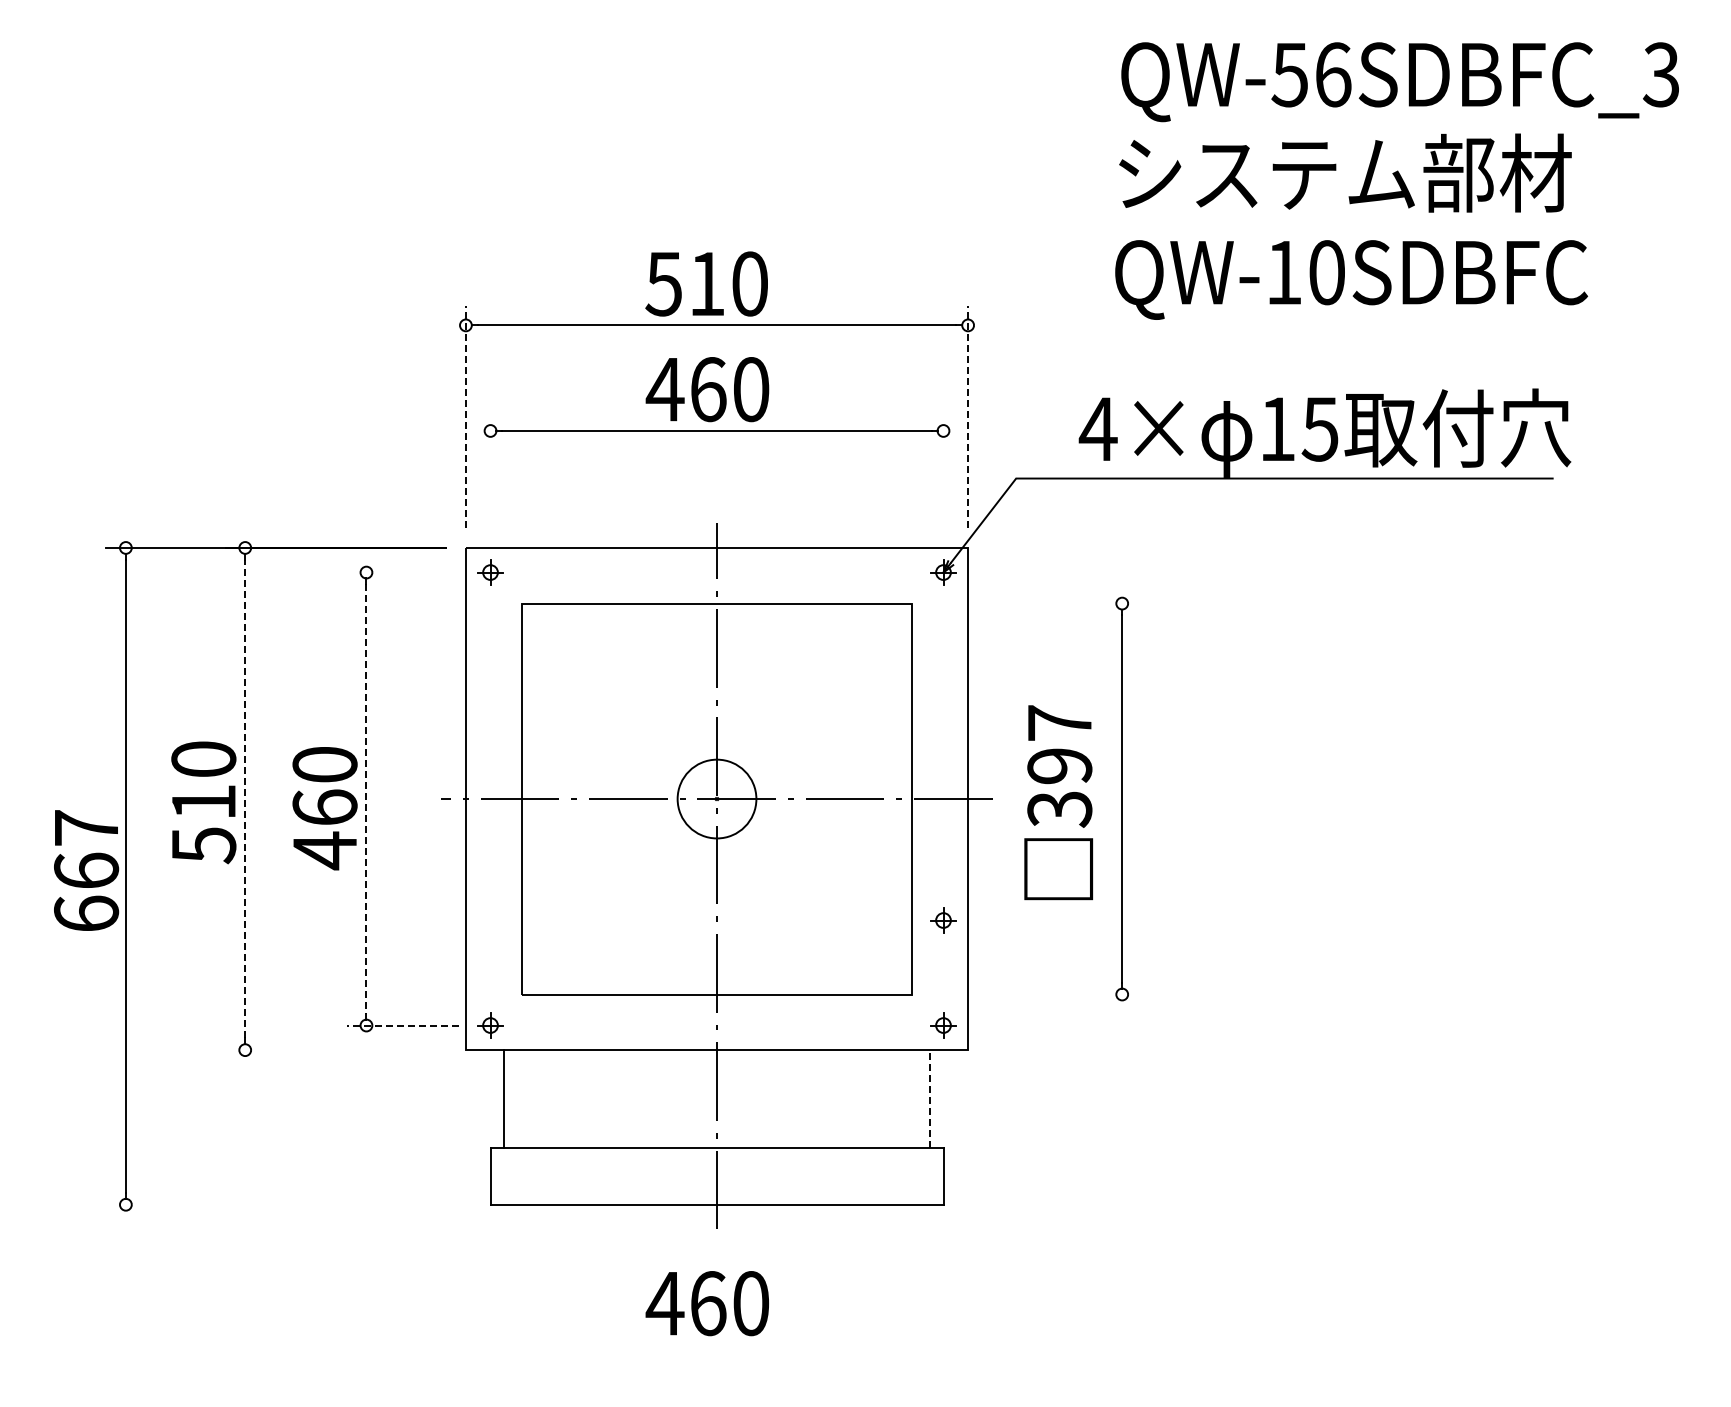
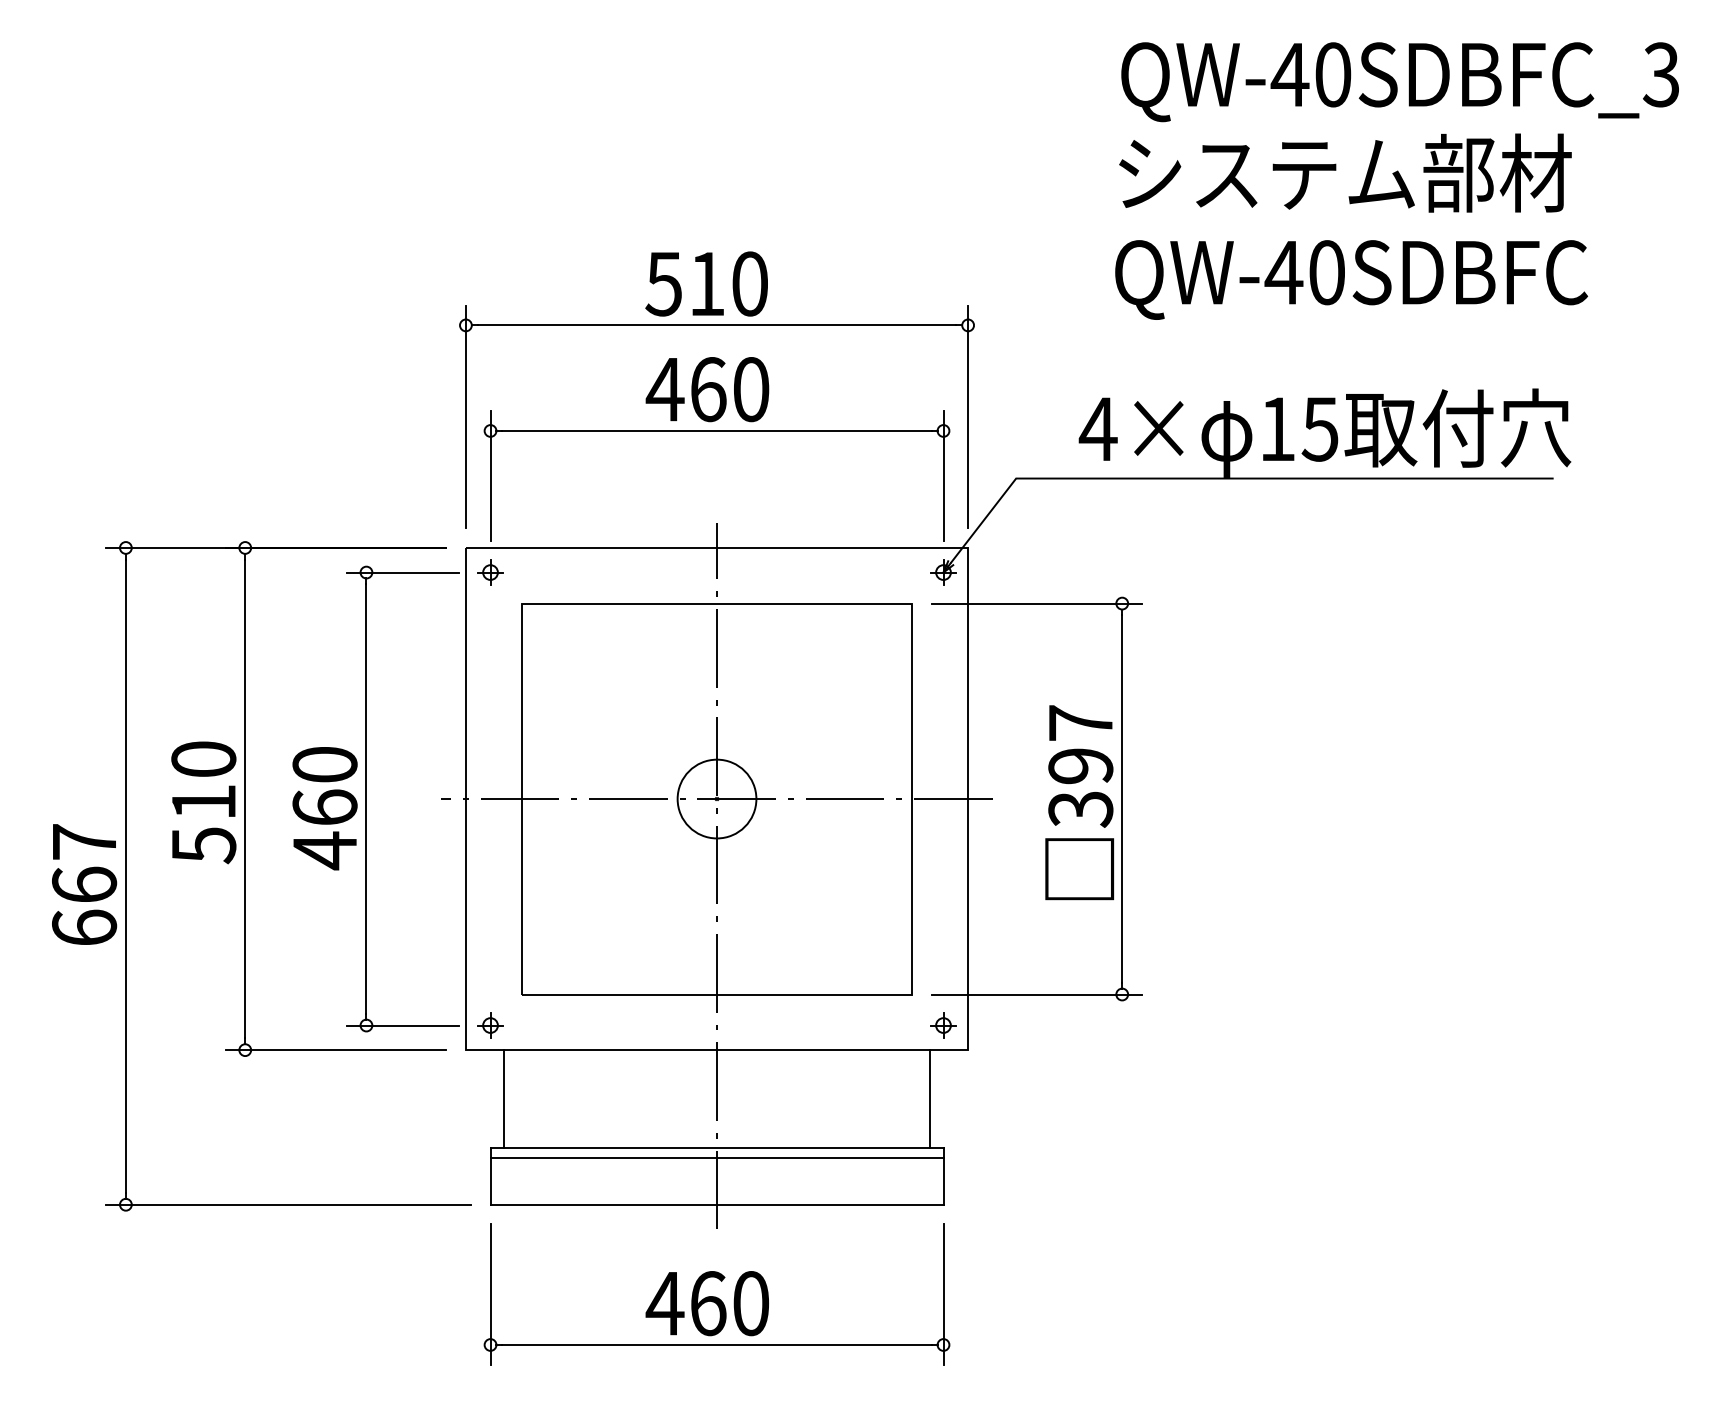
text at (1310, 74): QW-56SDBFC_3 -> QW-40SDBFC_3
text at (1283, 272): QW-10SDBFC -> QW-40SDBFC
line at (465, 416): dashed -> solid
line at (968, 416): dashed -> solid
line at (490, 475): none -> present
line at (943, 475): none -> present
line at (402, 572): none -> present
line at (1036, 603): none -> present
line at (245, 798): dashed -> solid
line at (366, 799): dashed -> solid
text at (1058, 802) position: (1058, 802) -> (1079, 802)
text at (86, 870) position: (86, 870) -> (84, 884)
part at (943, 920): present -> none
line at (1036, 994): none -> present
line at (402, 1025): dashed -> solid
line at (335, 1050): none -> present
line at (929, 1098): dashed -> solid
line at (716, 1157): none -> present
line at (288, 1204): none -> present
part at (716, 1344): none -> present
